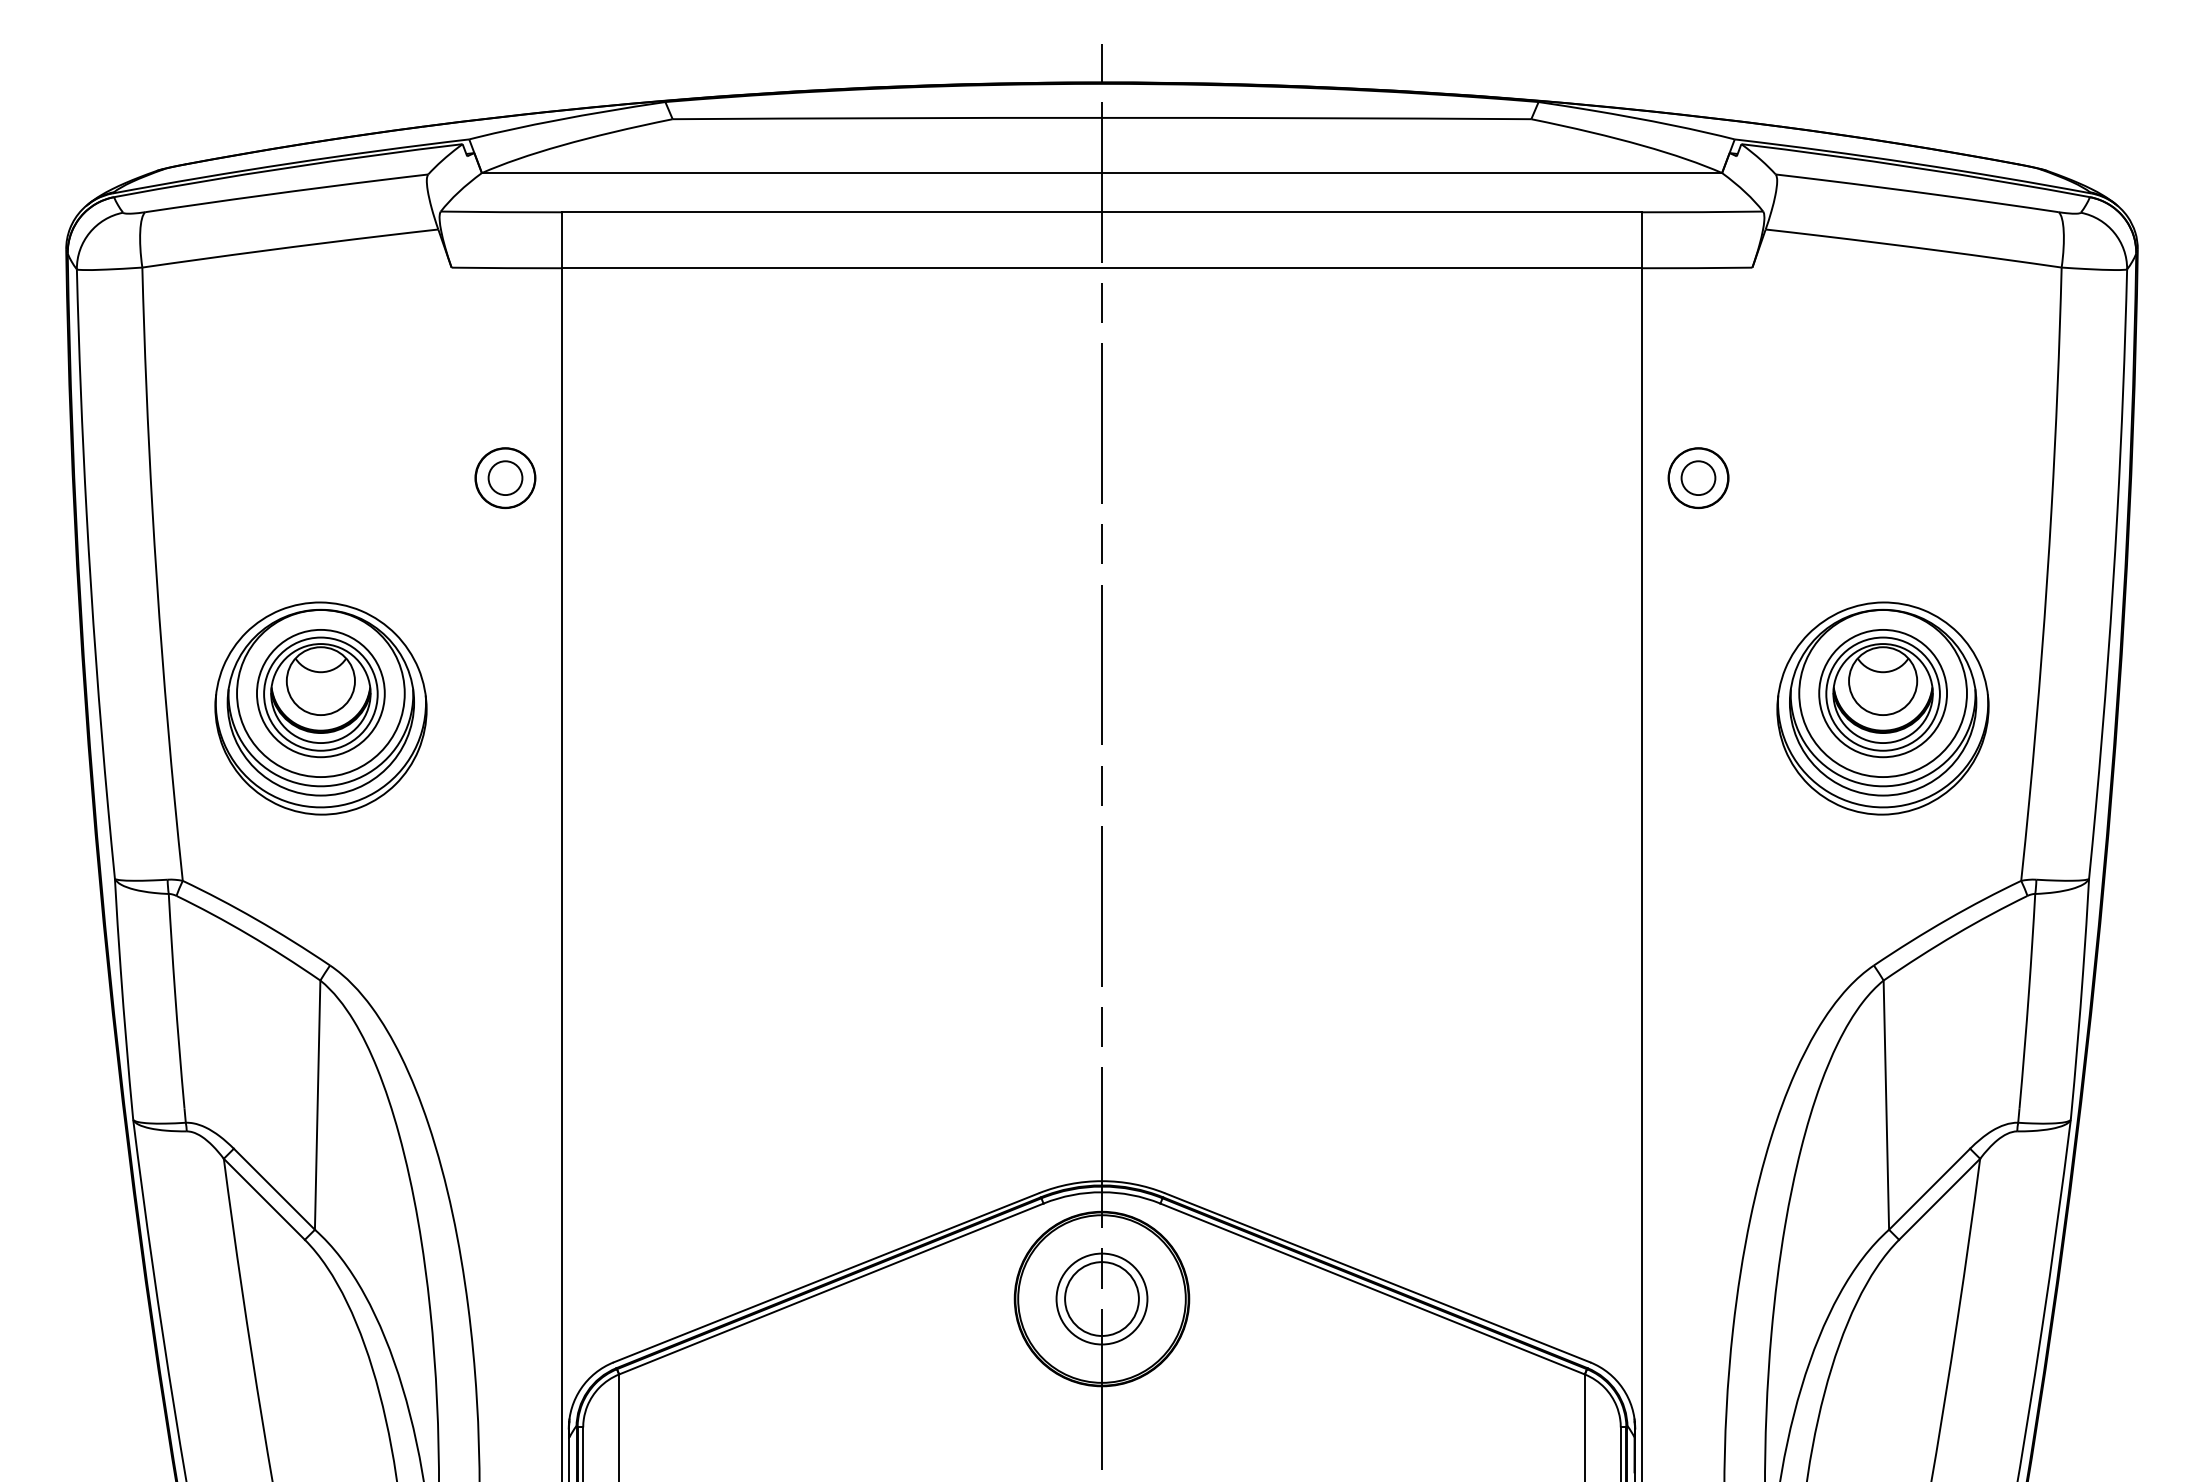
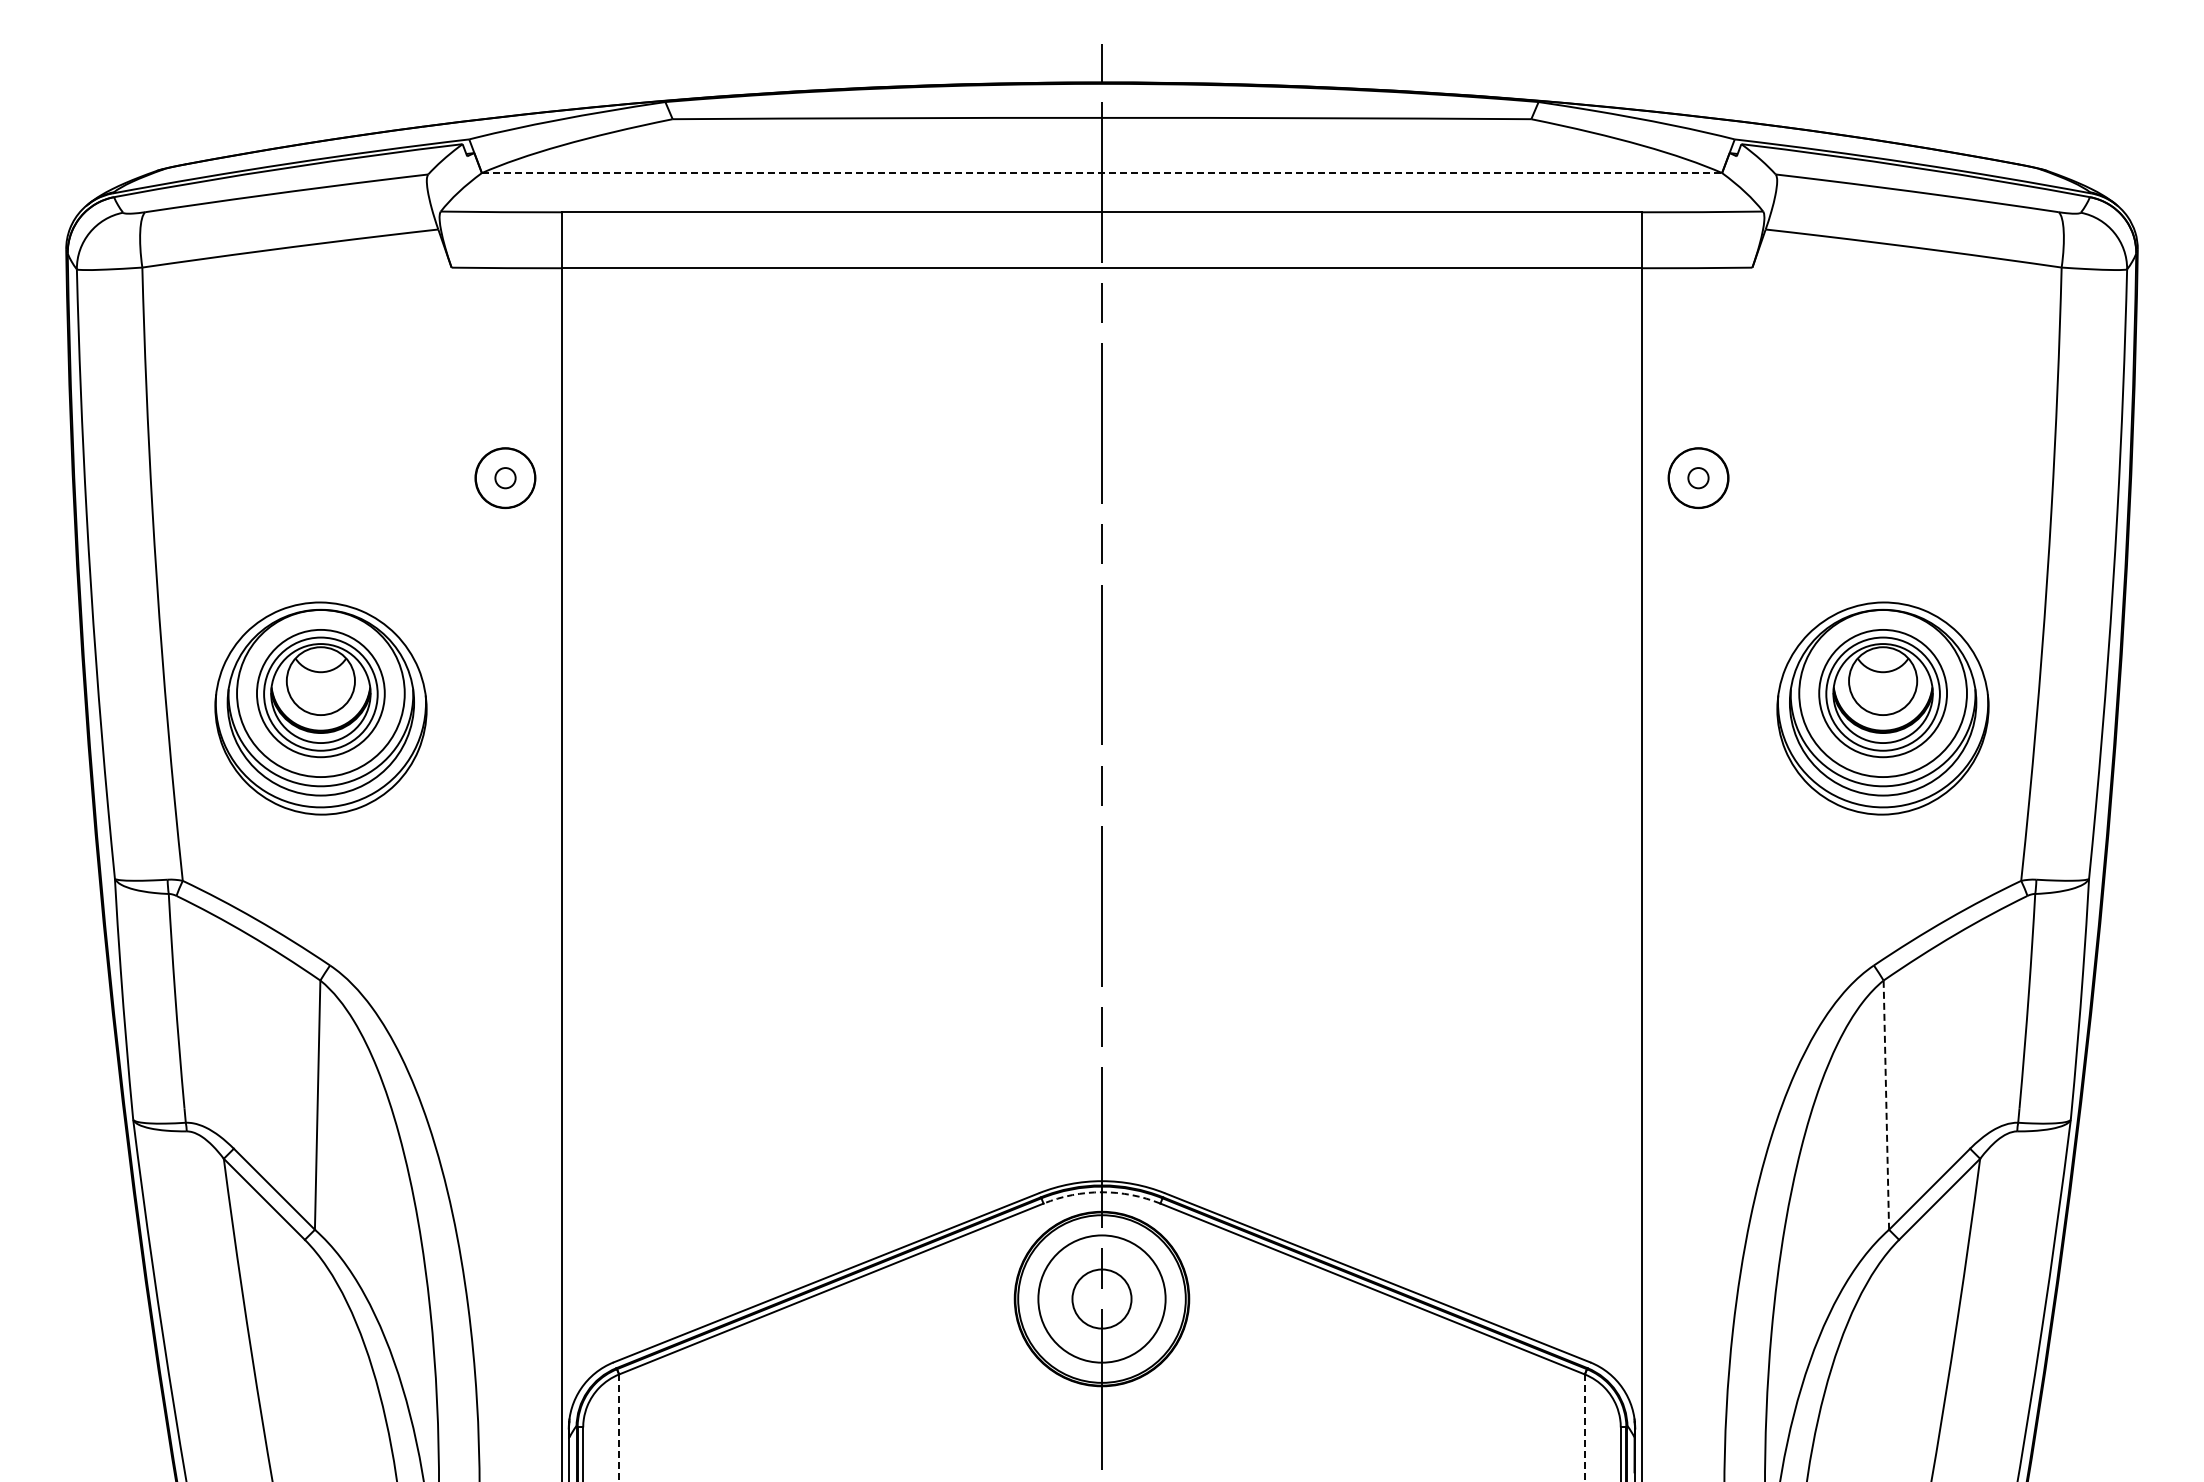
line at (1102, 173): solid -> dashed
circle at (505, 478) diameter: 34 px -> 20 px
circle at (1698, 478) diameter: 34 px -> 20 px
line at (1886, 1105): solid -> dashed
arc at (1102, 1192): solid -> dashed
circle at (1101, 1298) diameter: 74 px -> 59 px
circle at (1101, 1298) diameter: 91 px -> 127 px
line at (619, 1428): solid -> dashed
line at (1584, 1428): solid -> dashed
